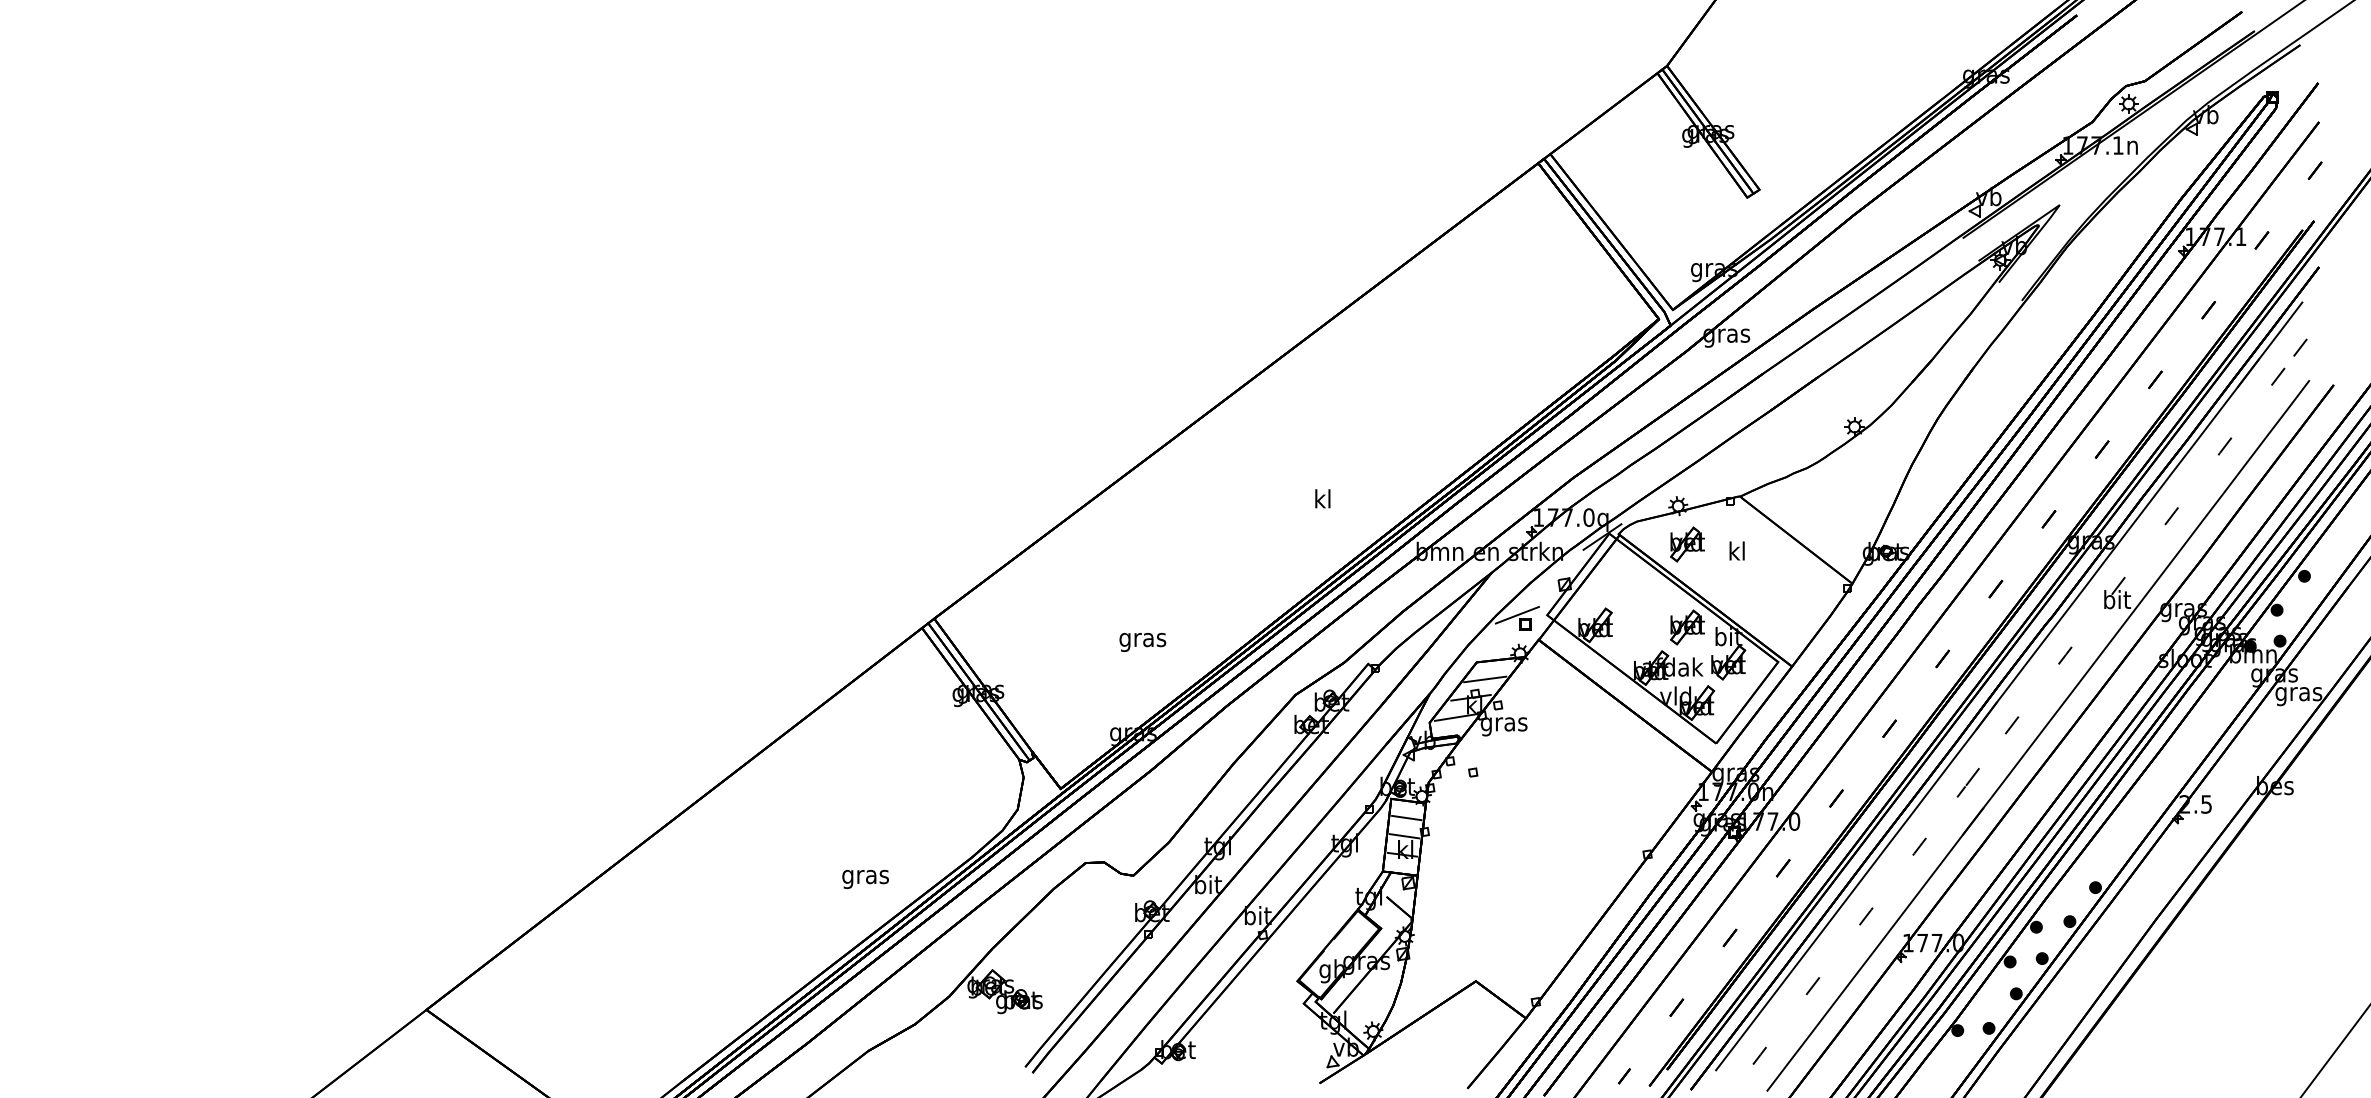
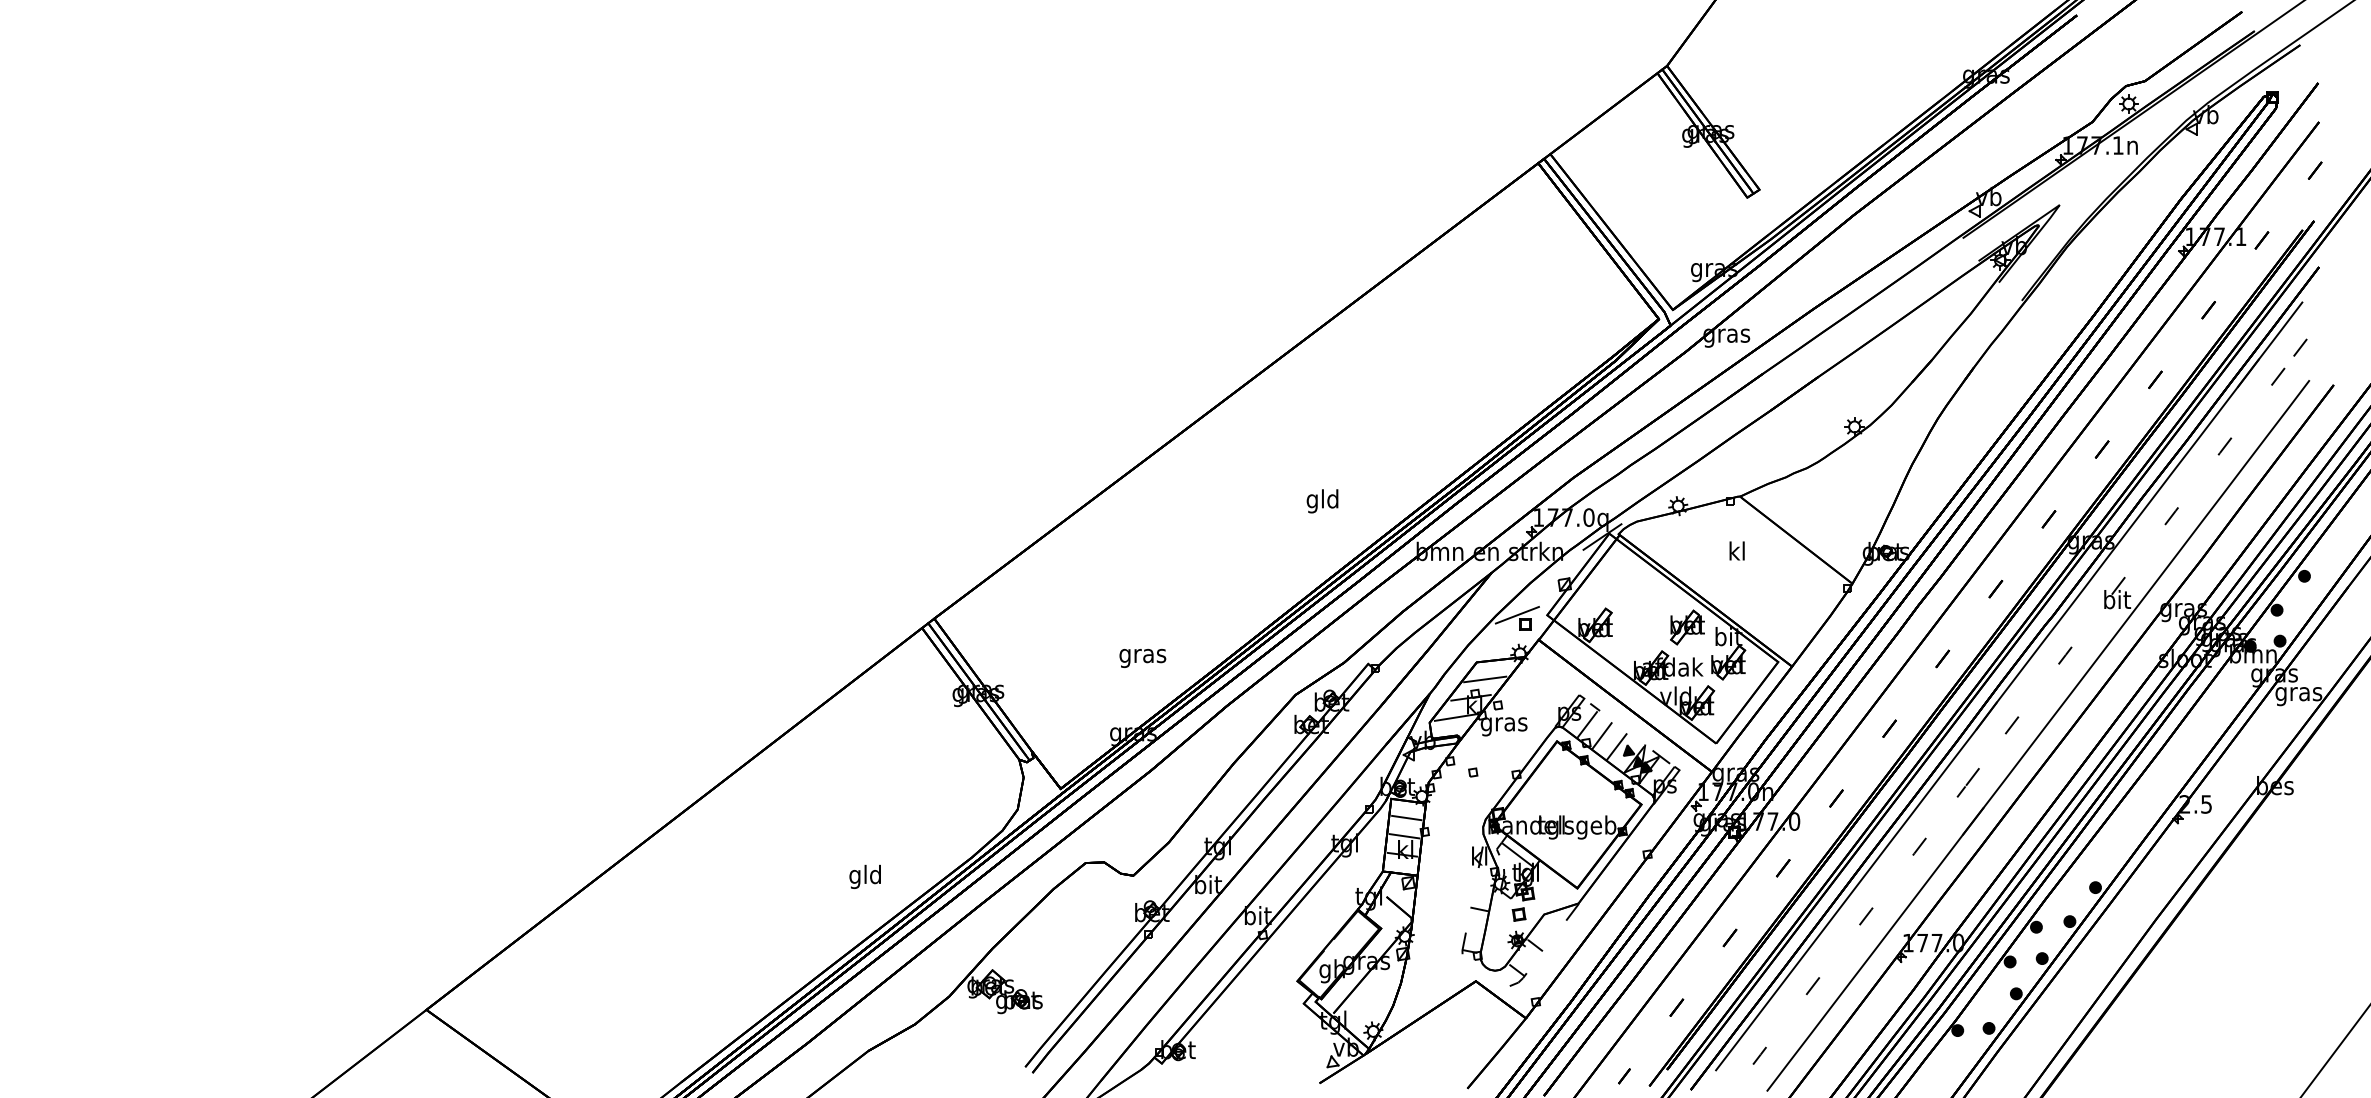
text at (1322, 501): kl -> gld
part at (1687, 544): present -> none
text at (1142, 642) position: (1142, 642) -> (1142, 658)
part at (1570, 840): none -> present
text at (865, 876): gras -> gld
